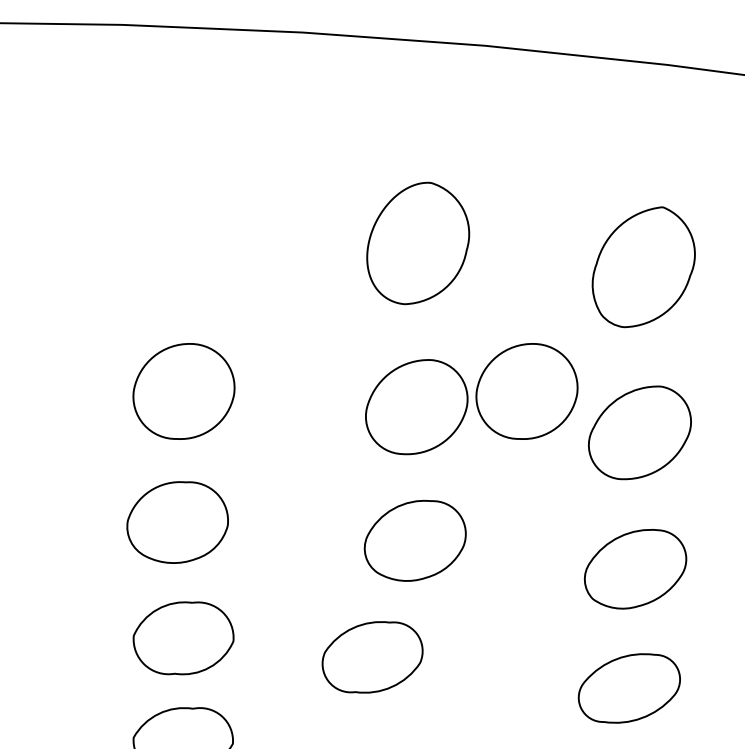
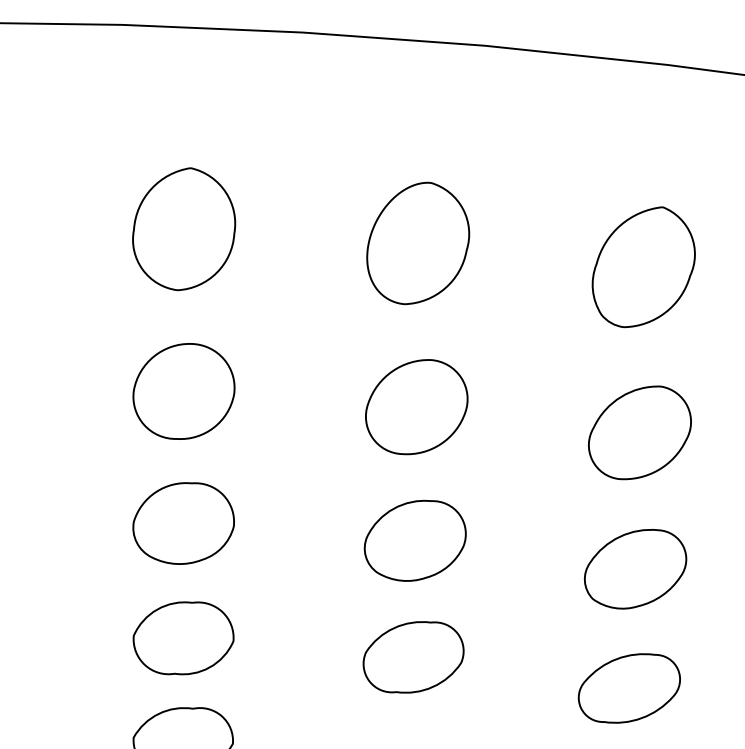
part at (184, 229): none -> present
part at (526, 391): present -> none
part at (177, 522) position: (177, 522) -> (183, 523)
part at (372, 657) position: (372, 657) -> (413, 657)
